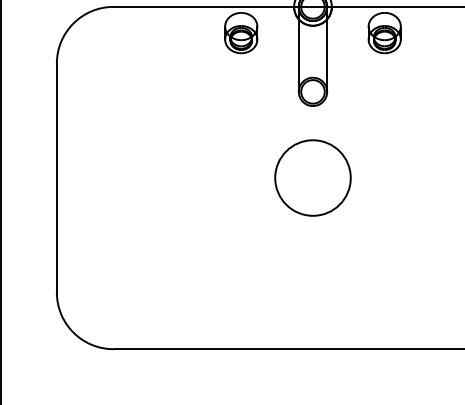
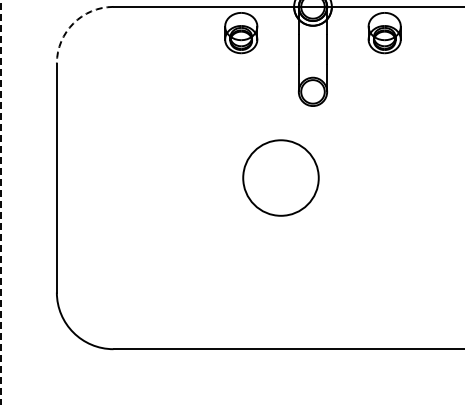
arc at (73, 23): solid -> dashed
circle at (312, 177) position: (312, 177) -> (280, 177)
line at (1, 202): solid -> dashed
